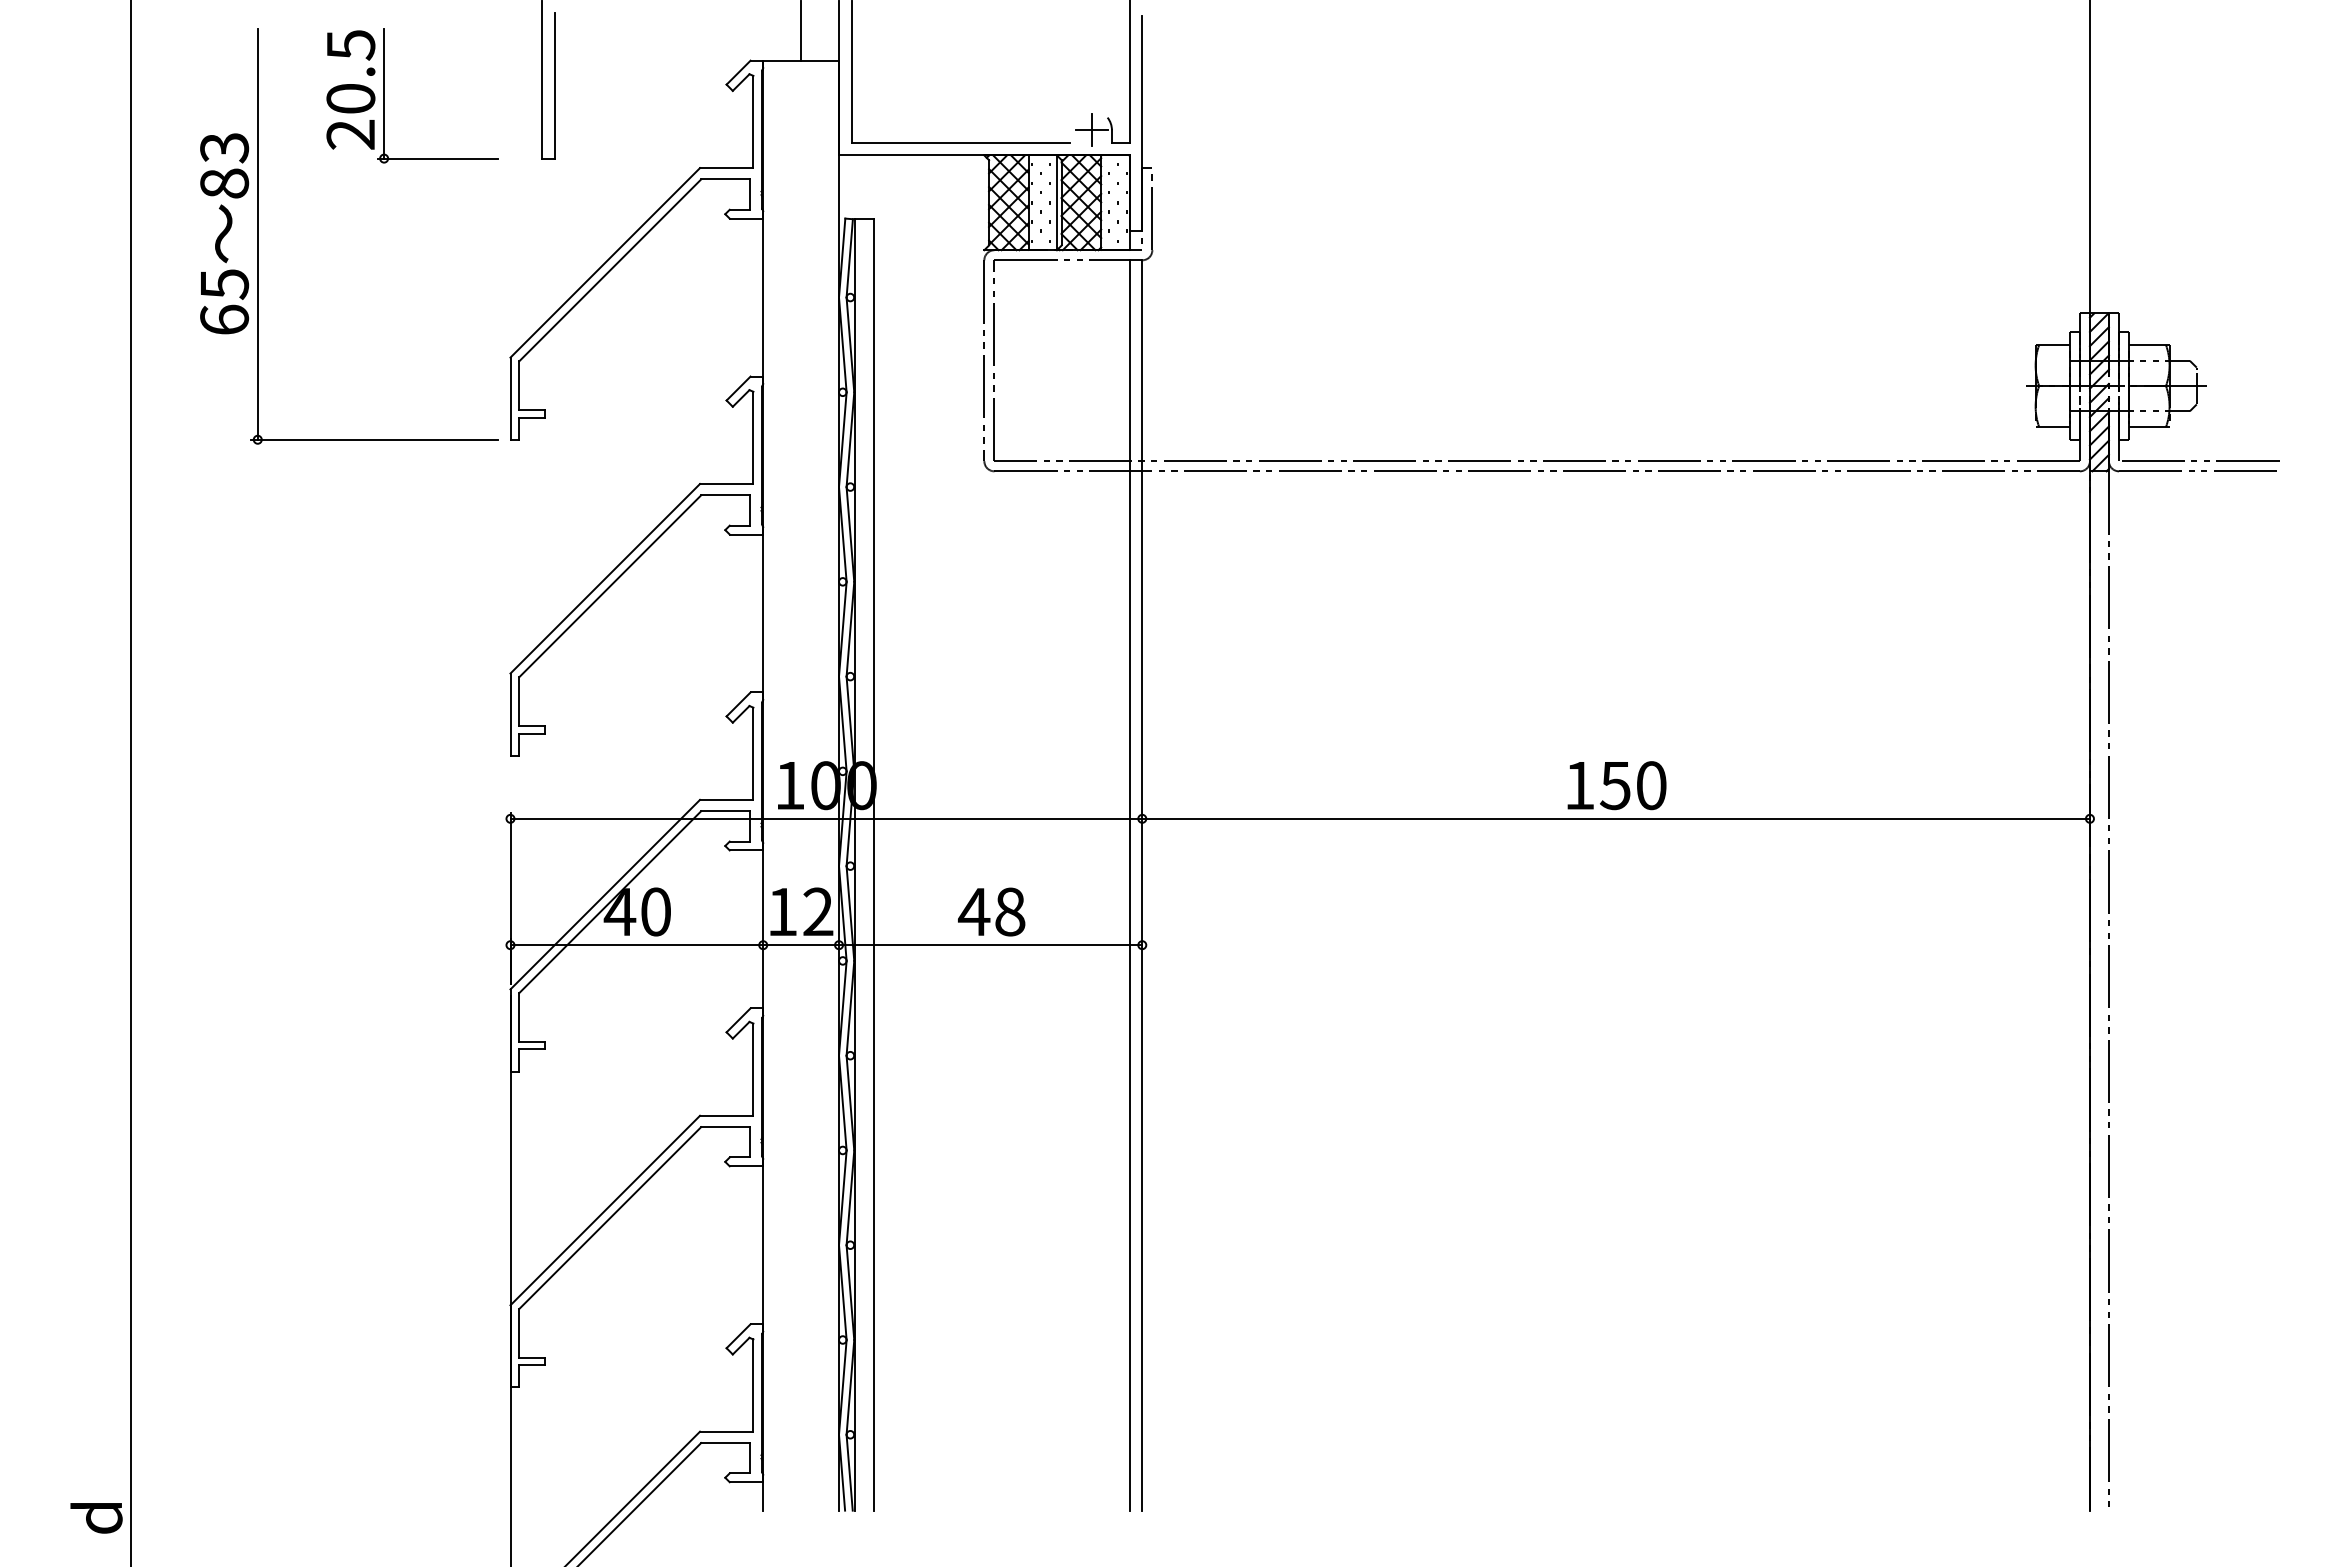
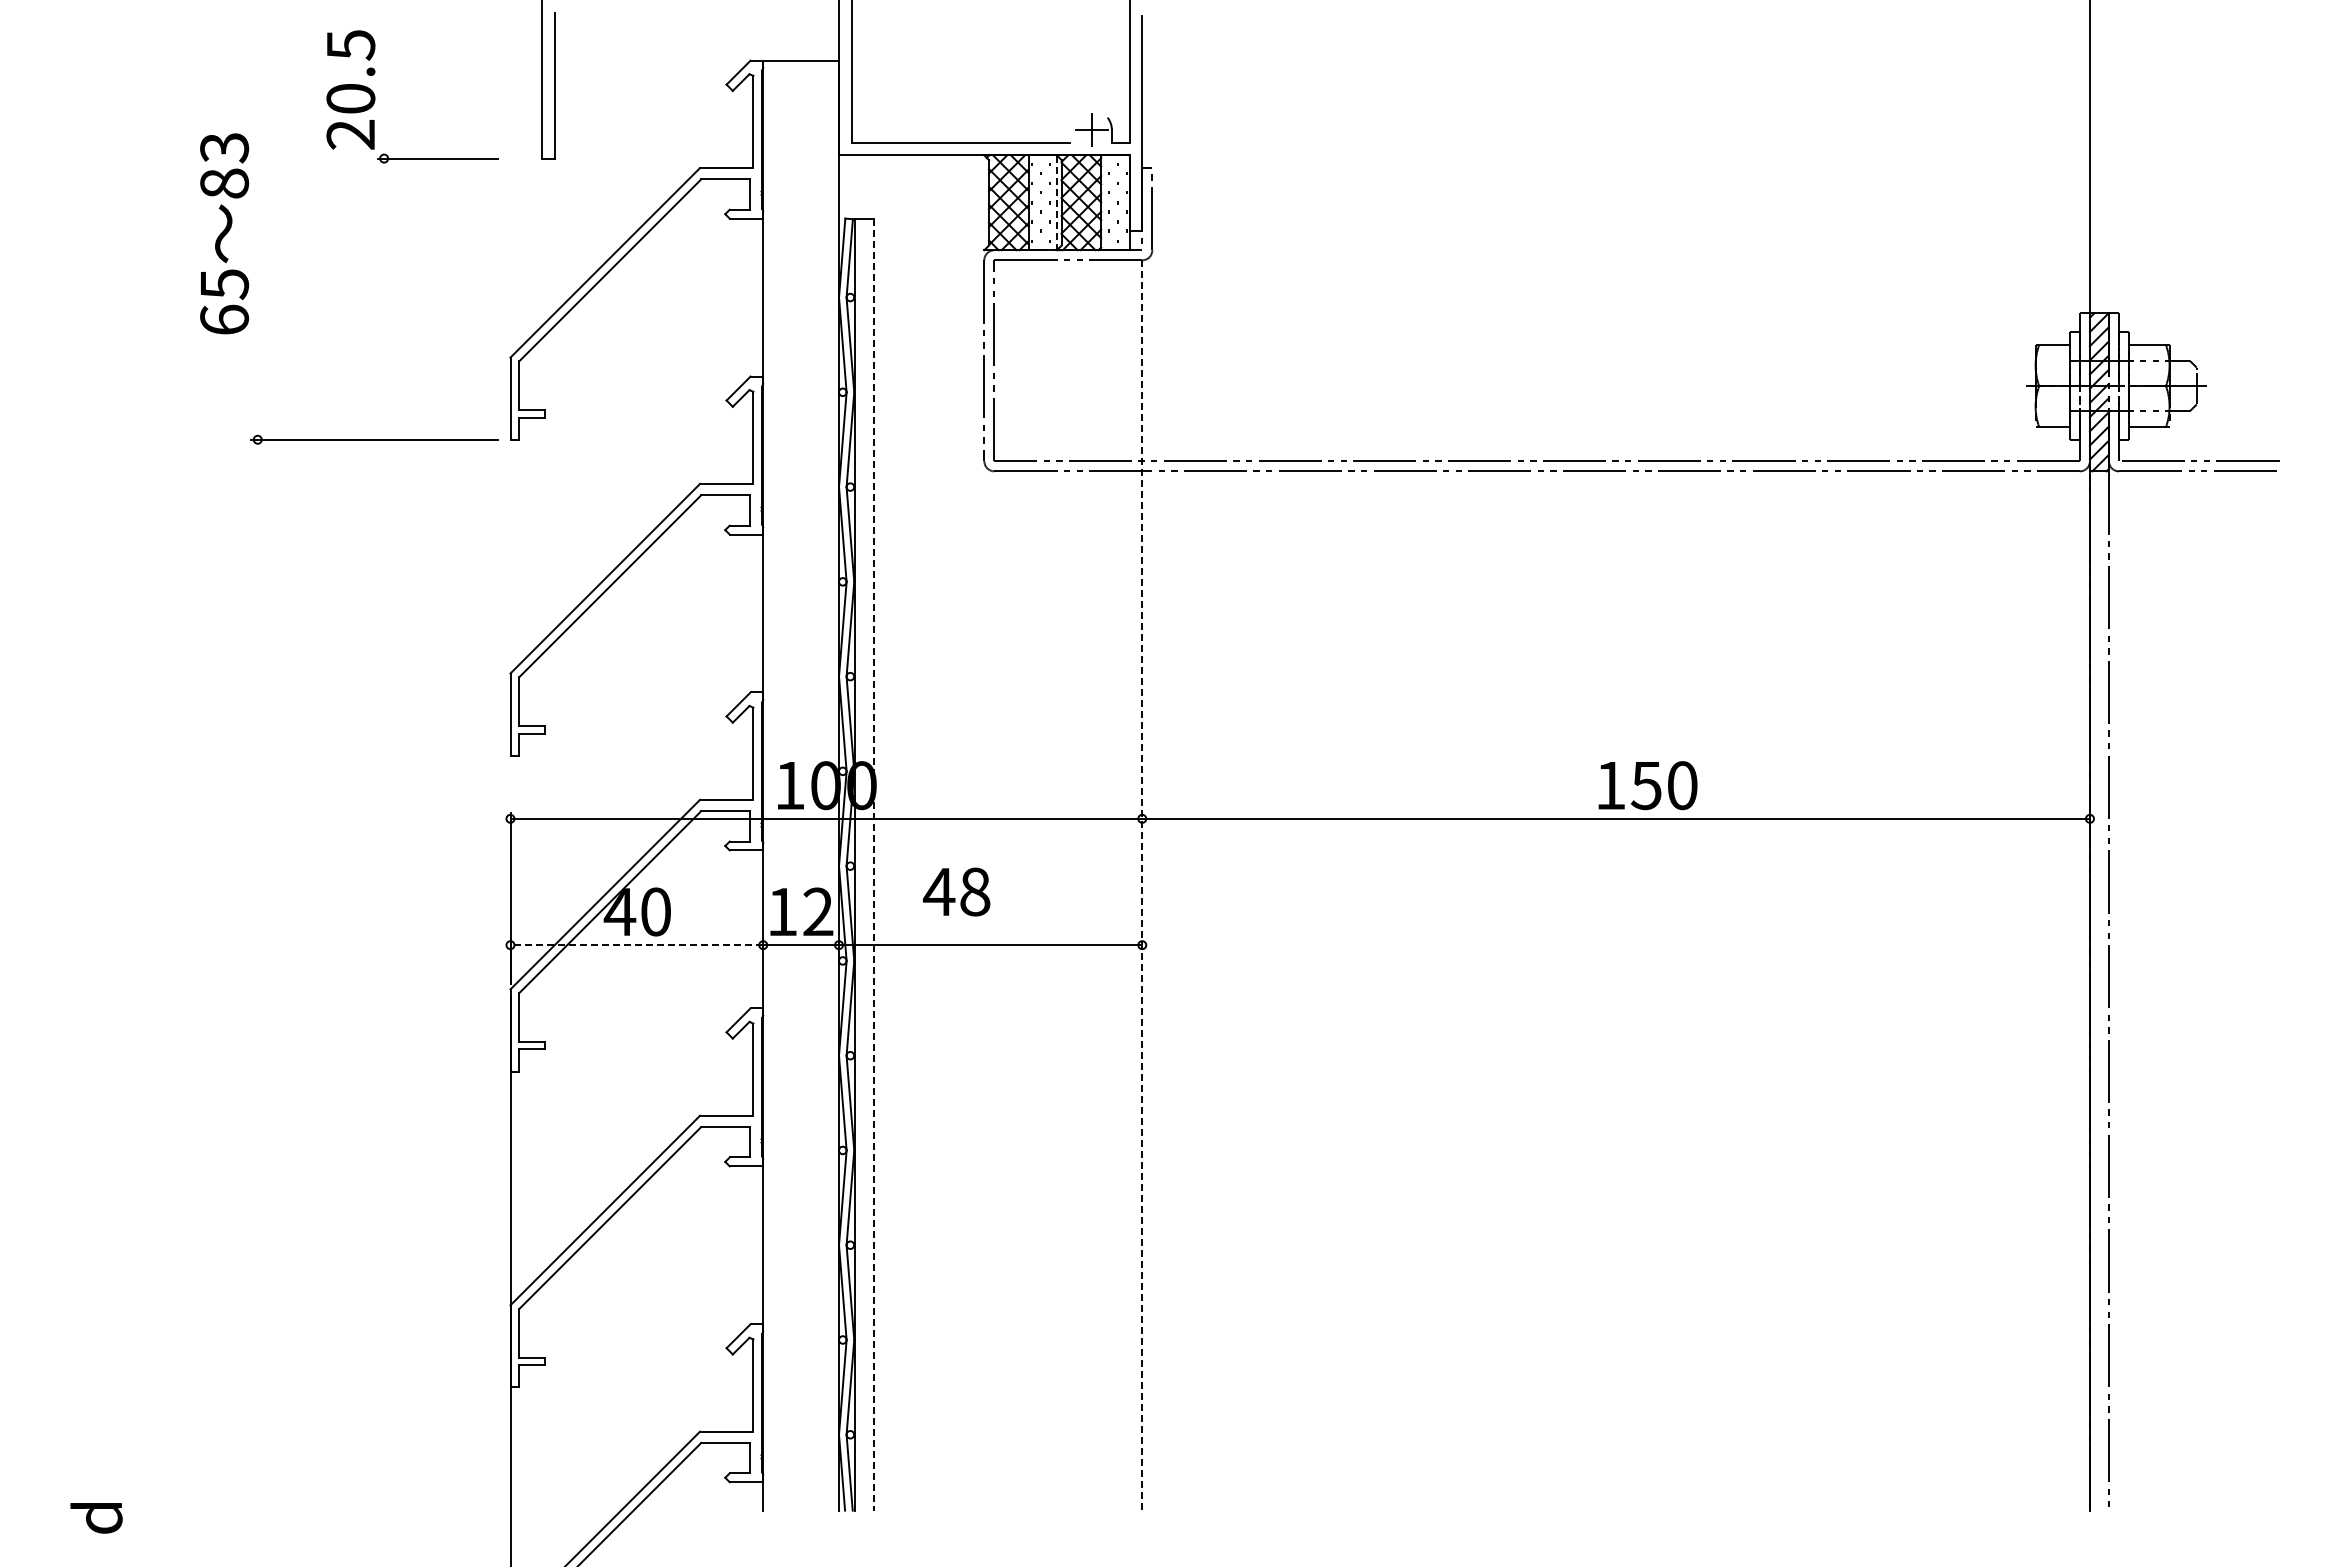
line at (801, 31): present -> none
line at (384, 93): present -> none
line at (1056, 202): solid -> dashed
line at (257, 234): present -> none
line at (131, 782): present -> none
text at (1616, 785) position: (1616, 785) -> (1647, 785)
line at (873, 865): solid -> dashed
line at (1129, 885): present -> none
line at (1142, 885): solid -> dashed
text at (991, 911) position: (991, 911) -> (956, 891)
line at (636, 945): solid -> dashed
